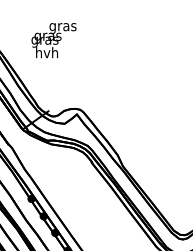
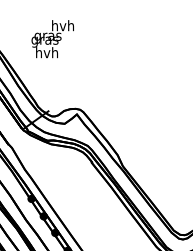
text at (62, 27): gras -> hvh
